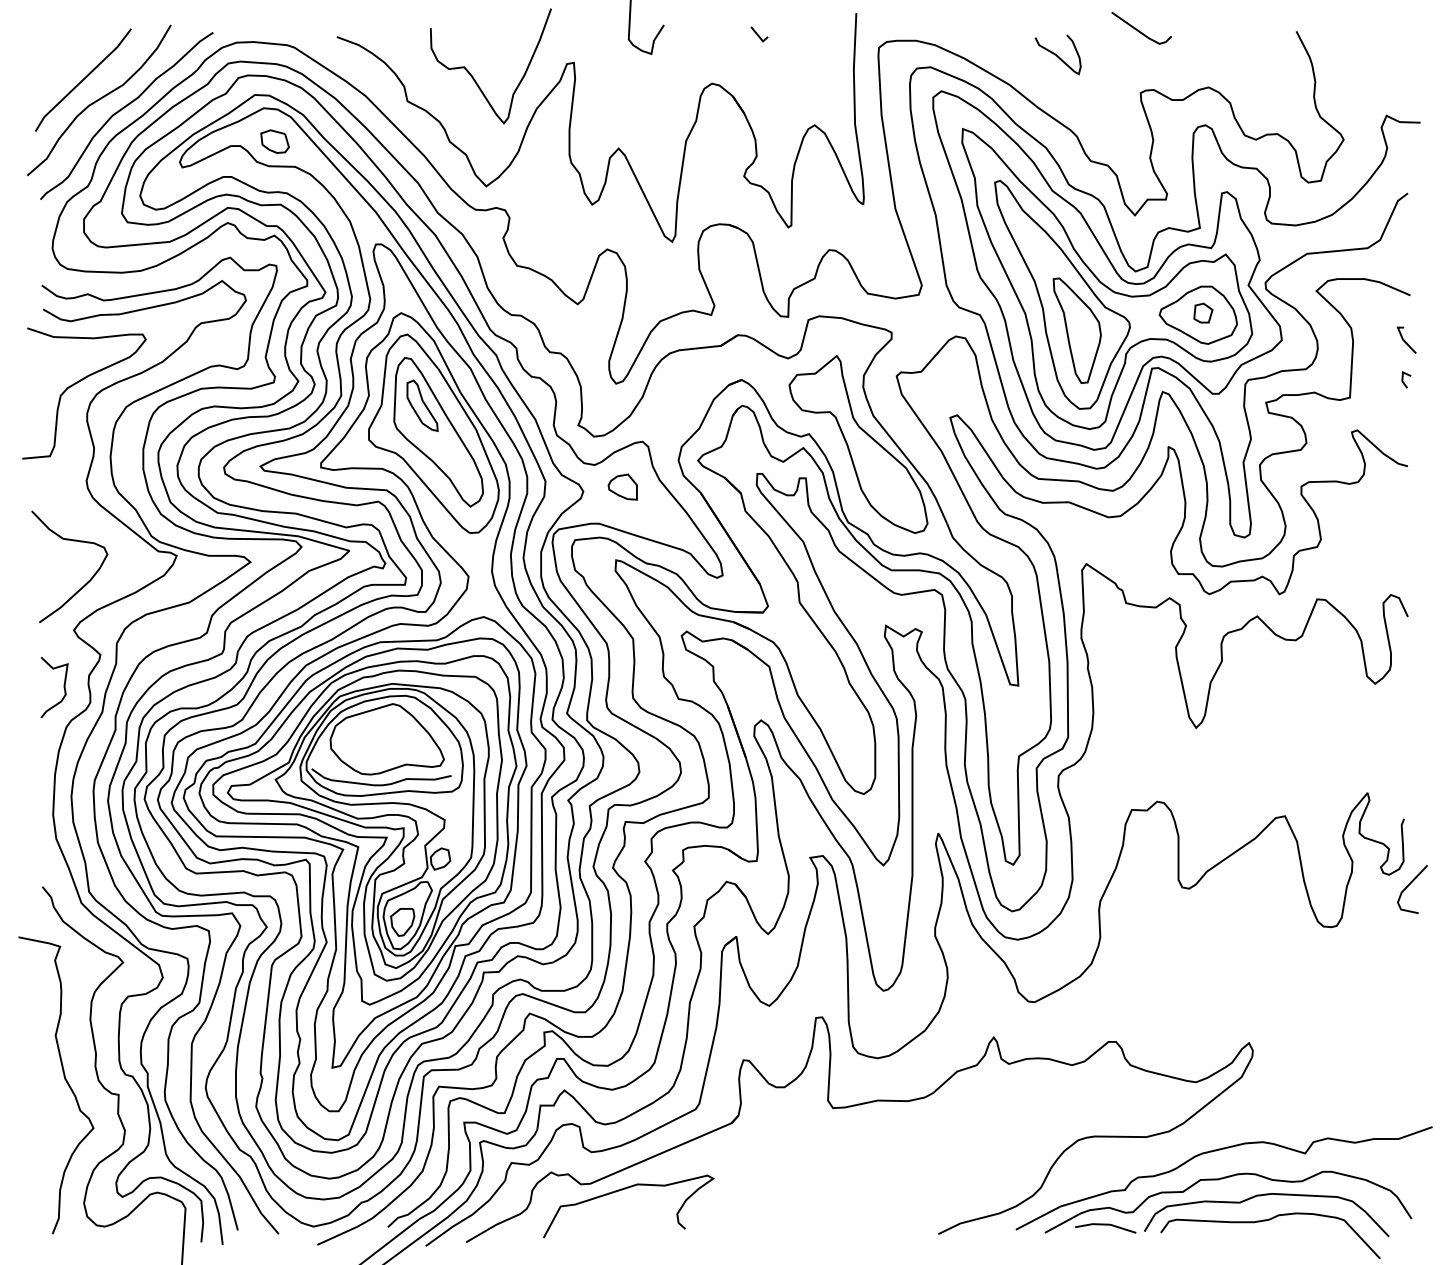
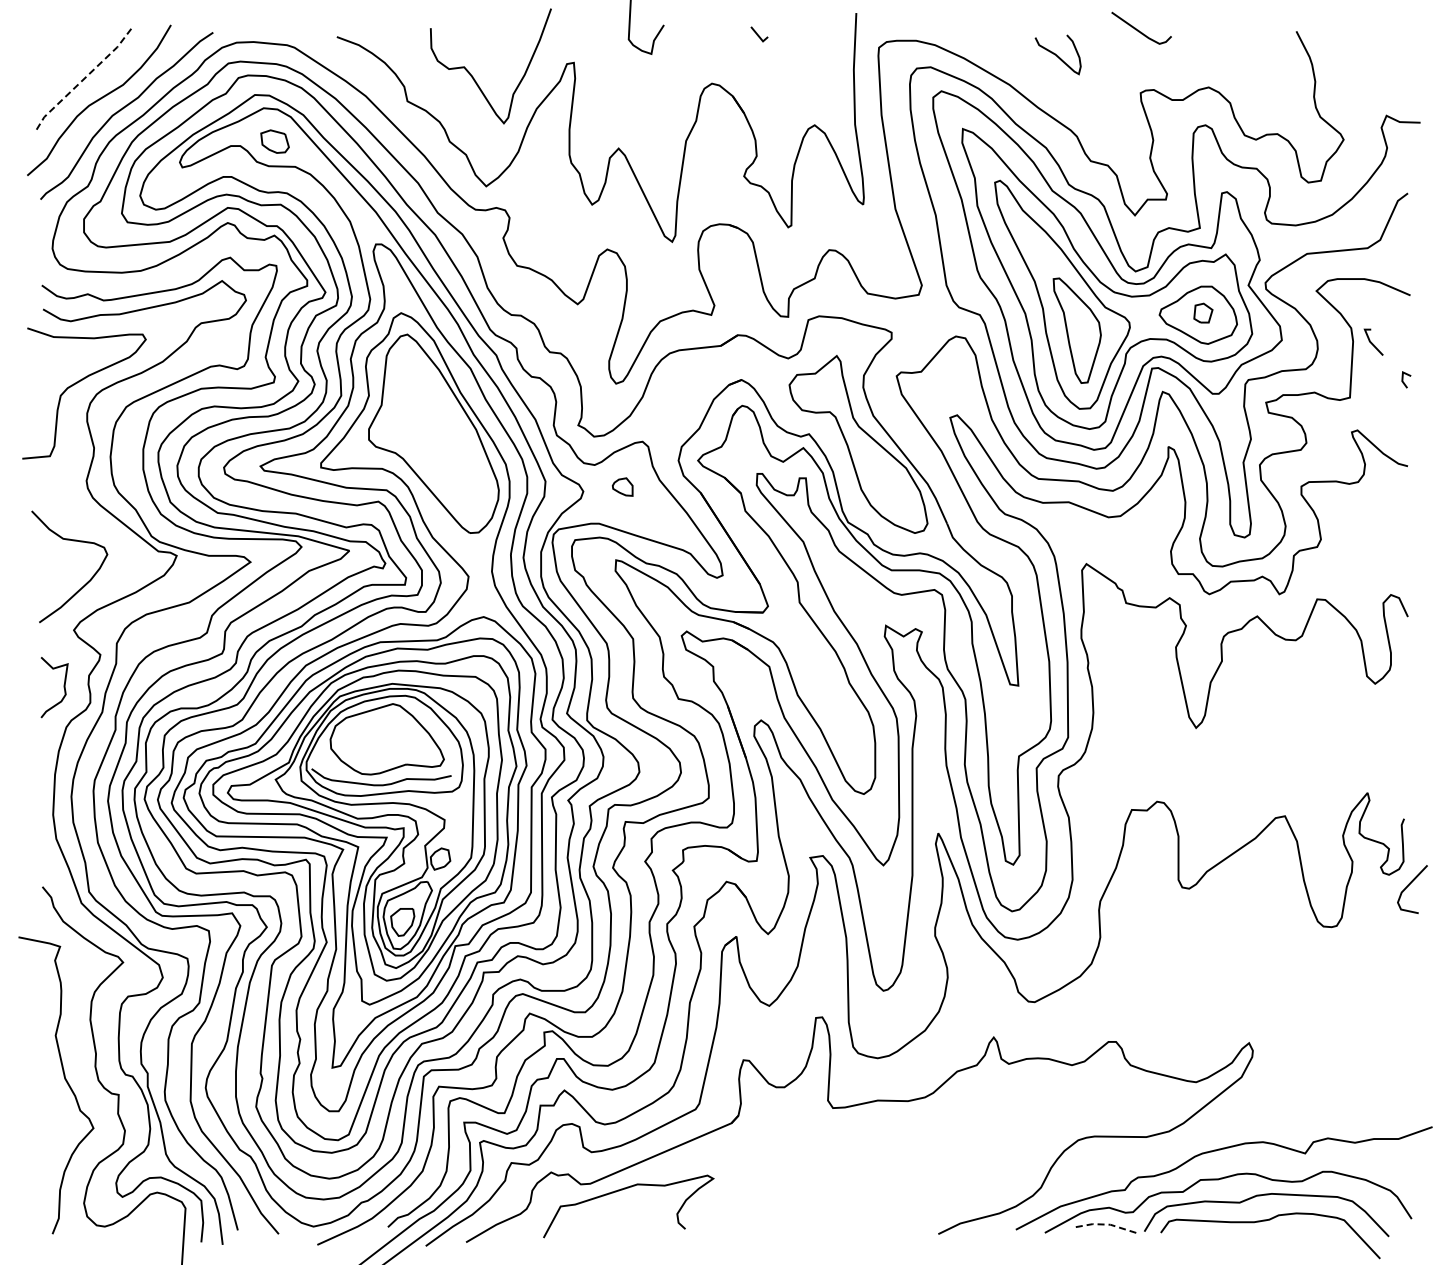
line at (83, 80): solid -> dashed
line at (1405, 340) position: (1405, 340) -> (1372, 342)
part at (438, 432): present -> none
part at (622, 486) size: 31x28 px -> 23x20 px
line at (1106, 1224): solid -> dashed
